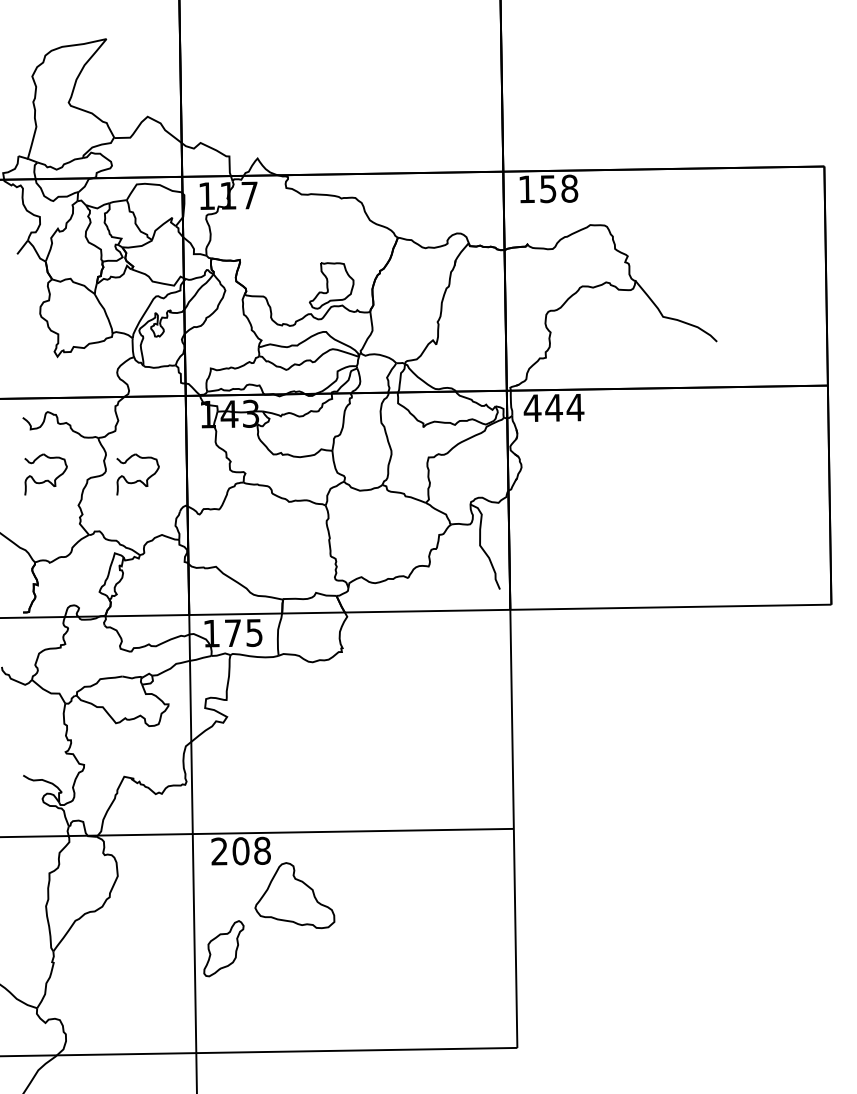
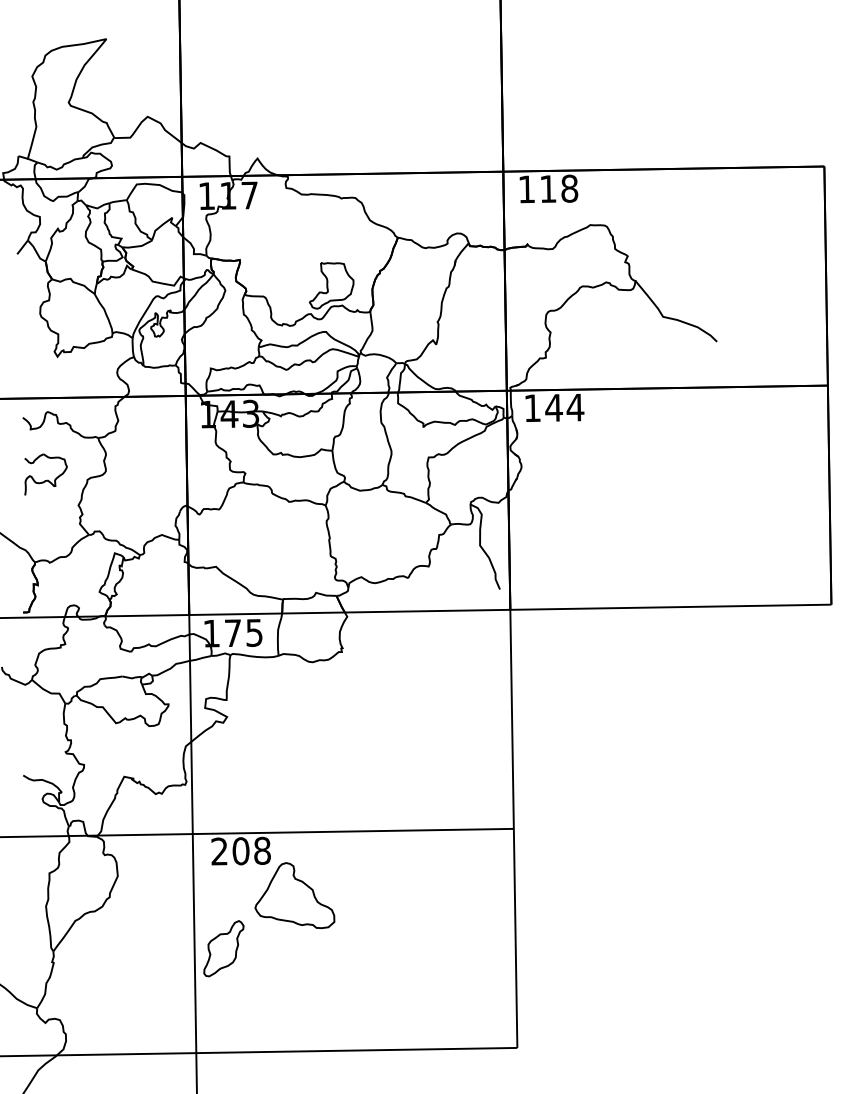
text at (548, 189): 158 -> 118
text at (532, 407): 444 -> 144
part at (137, 474): present -> none
